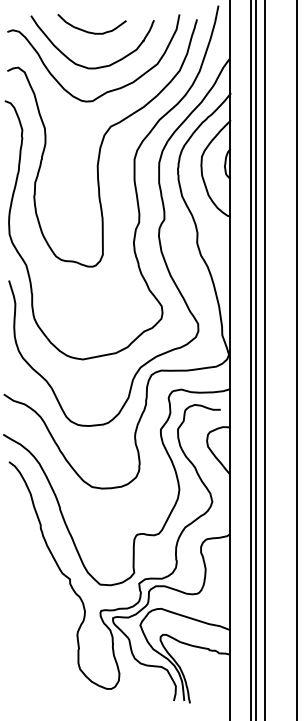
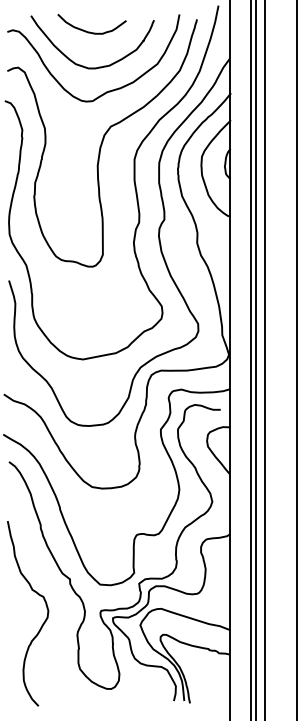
curve at (42, 623): none -> present
